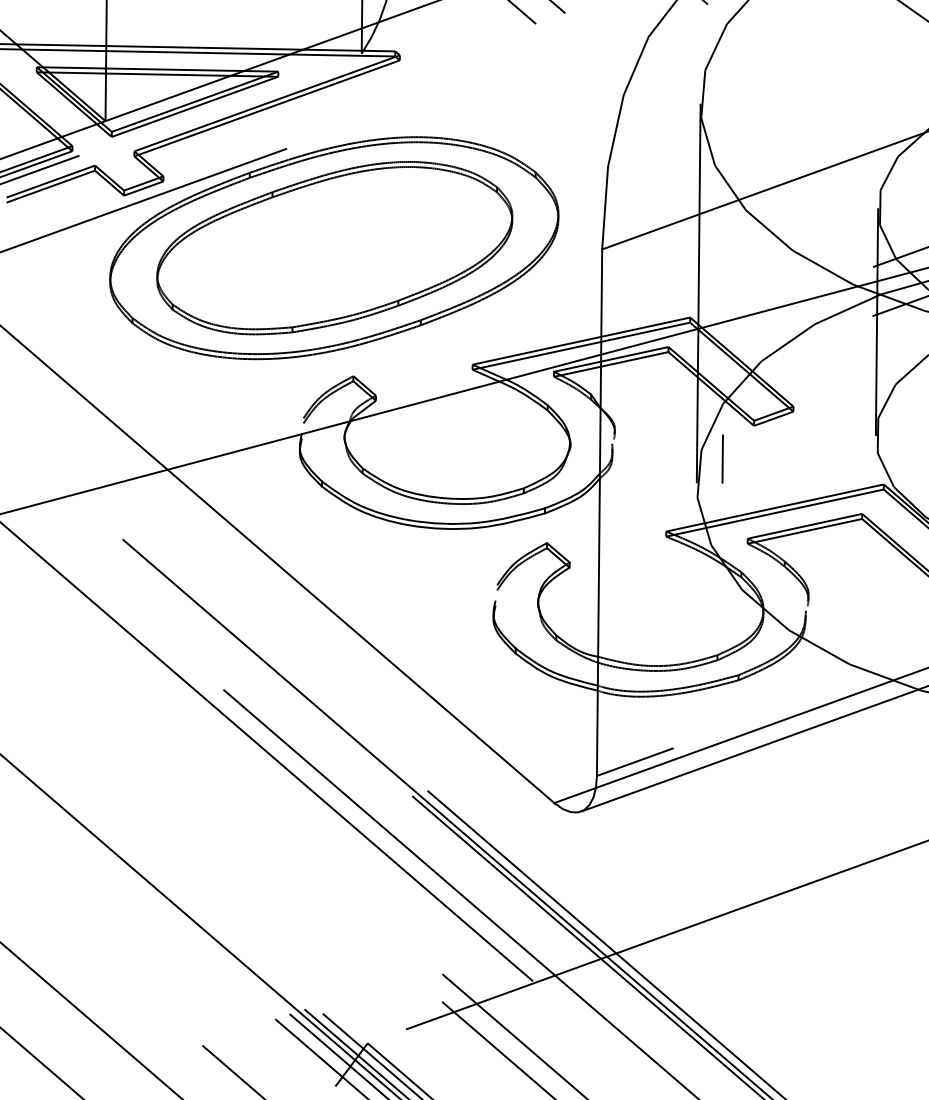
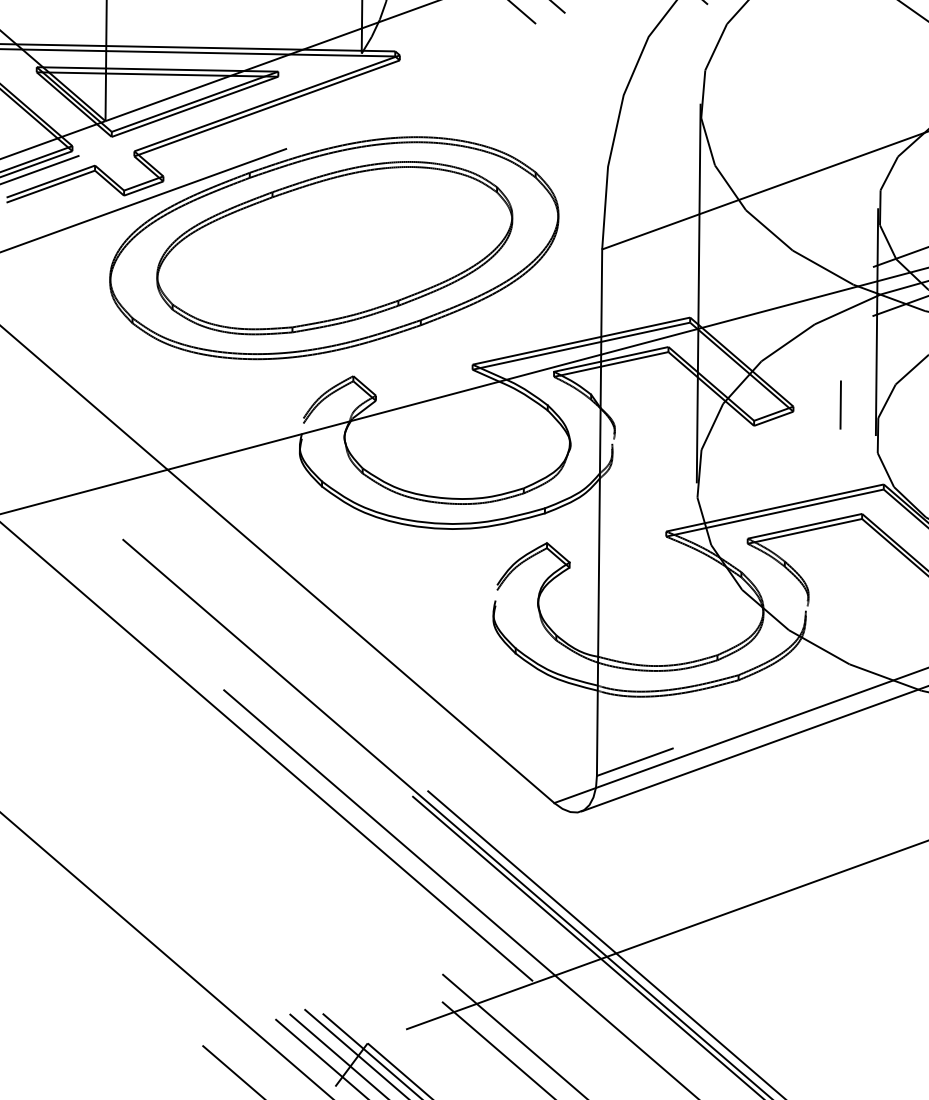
line at (722, 458) position: (722, 458) -> (840, 404)
line at (199, 926) position: (199, 926) -> (166, 954)
line at (90, 1020): present -> none
line at (41, 1062): present -> none
